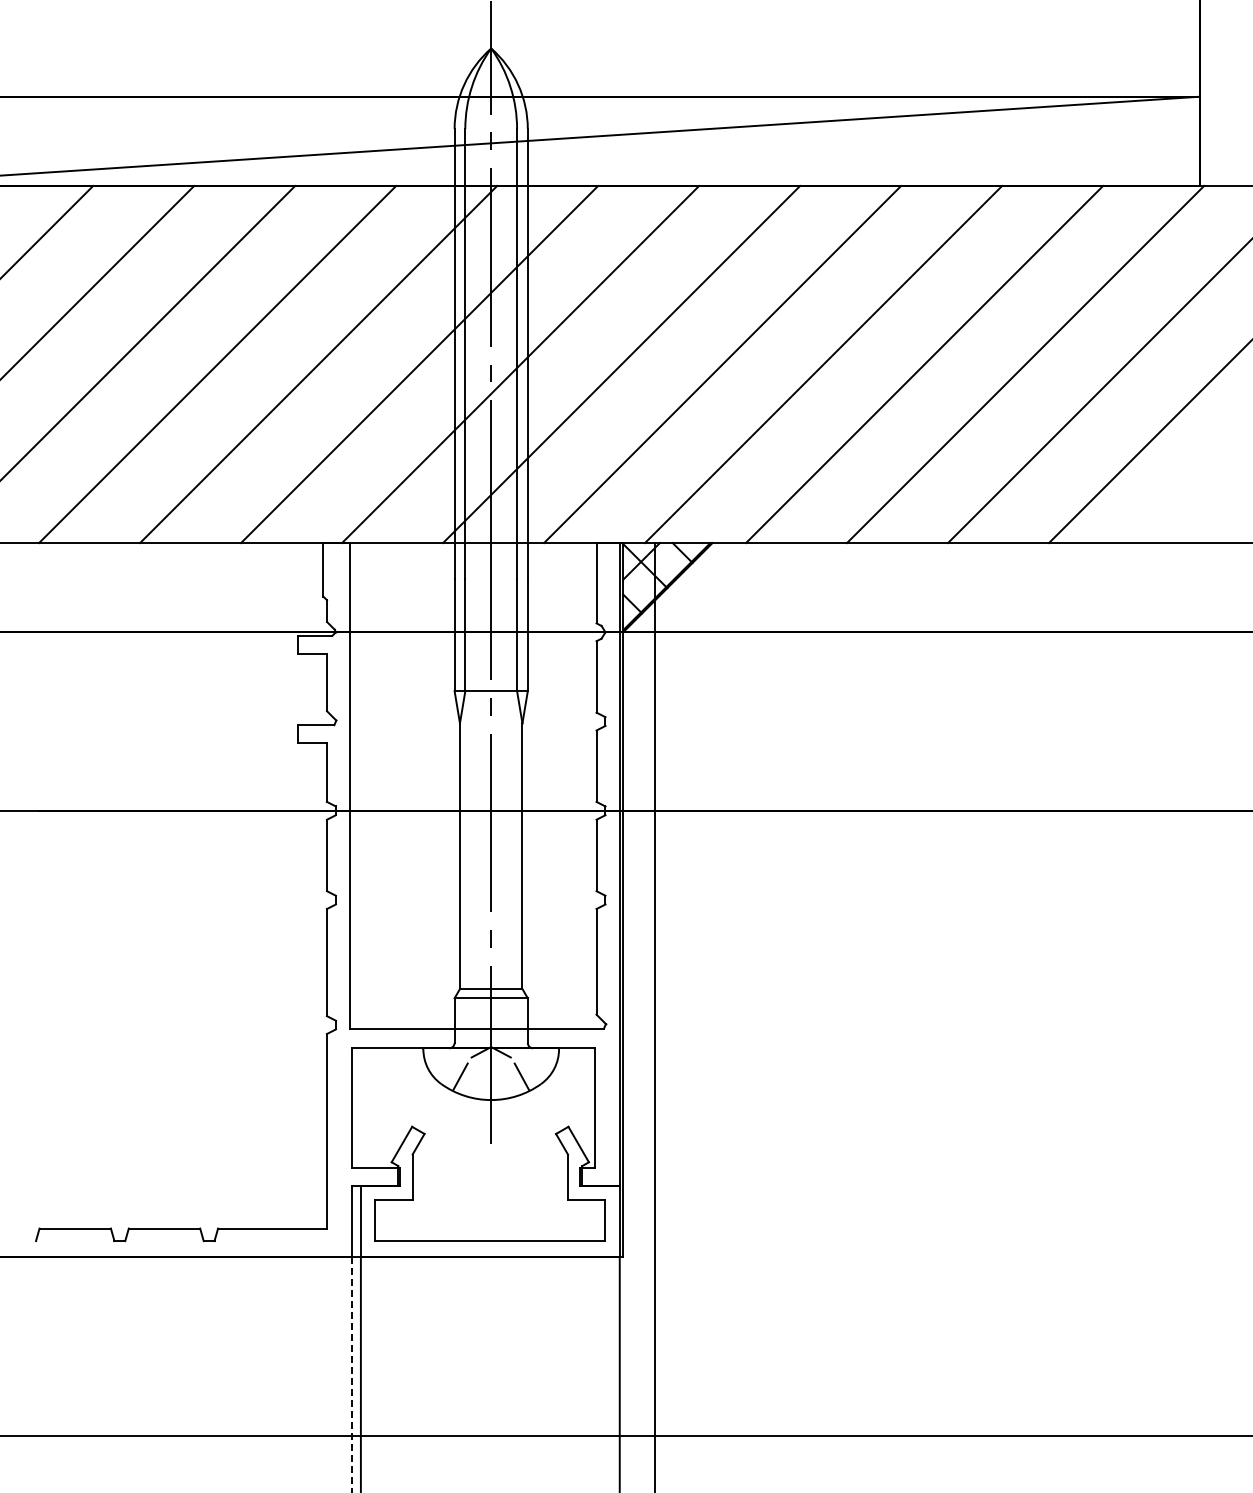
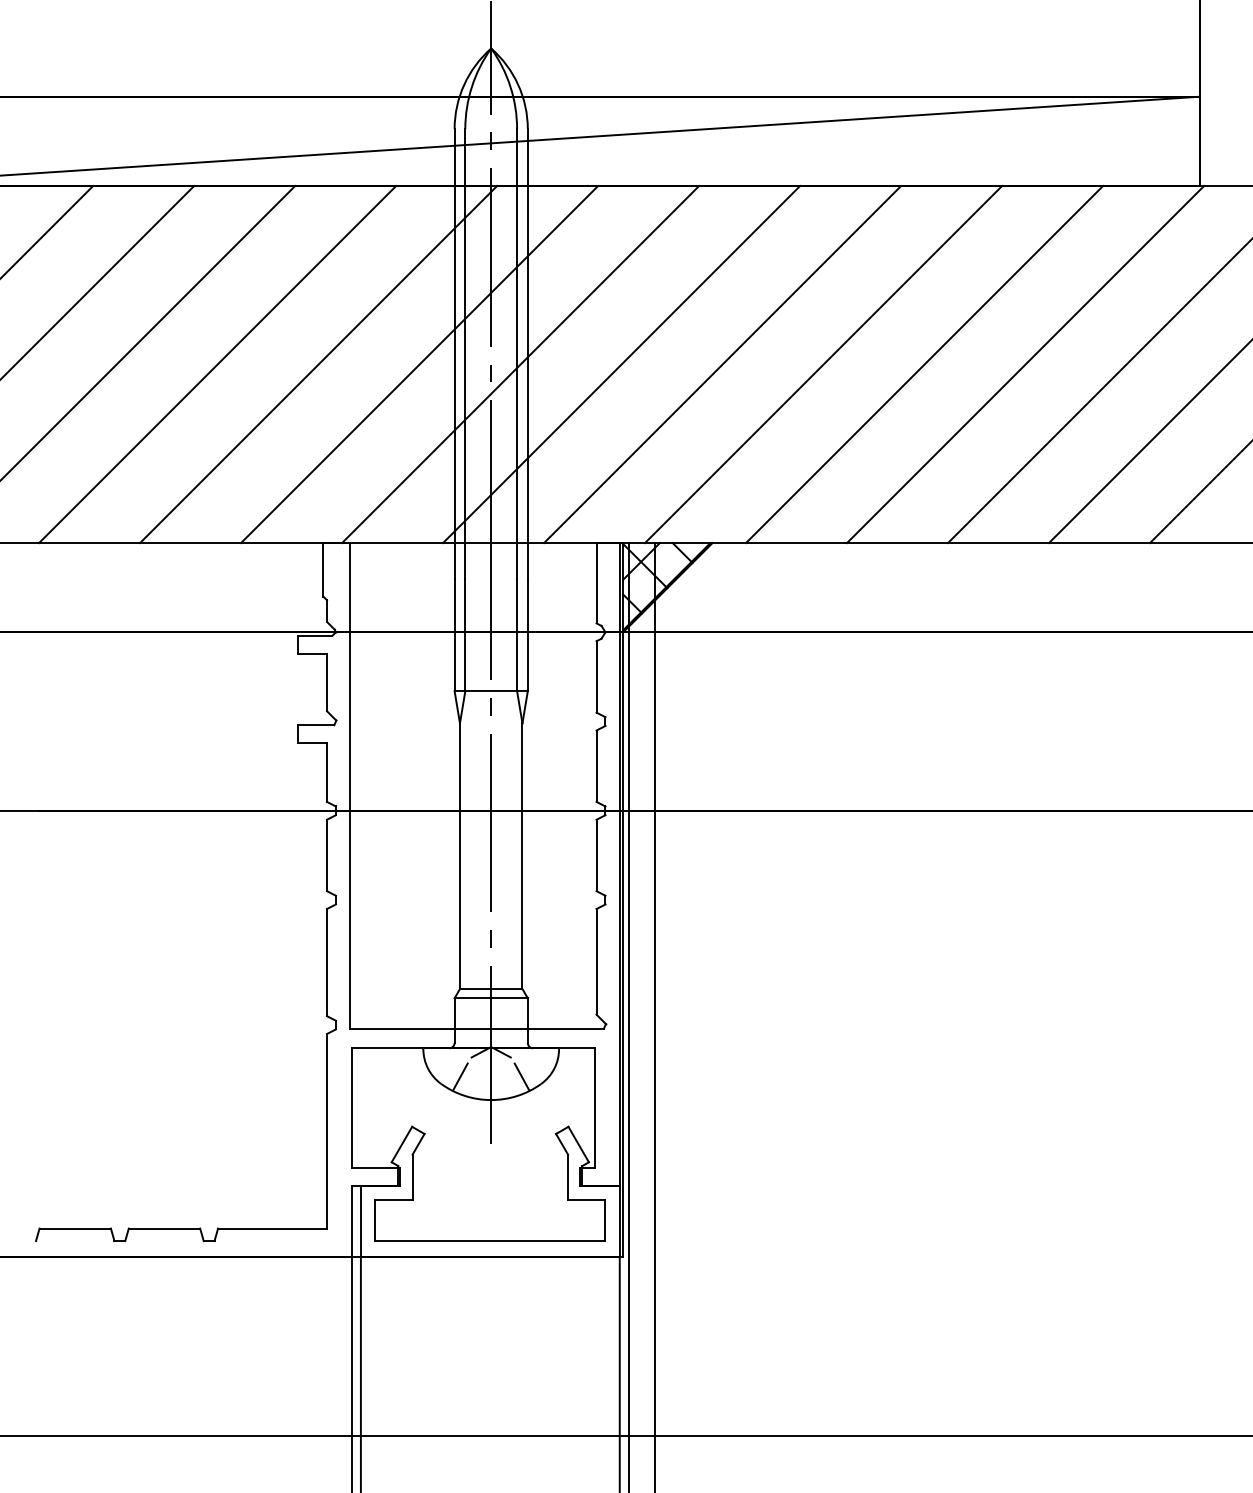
line at (1199, 493): none -> present
line at (628, 1016): none -> present
line at (351, 1375): dashed -> solid
